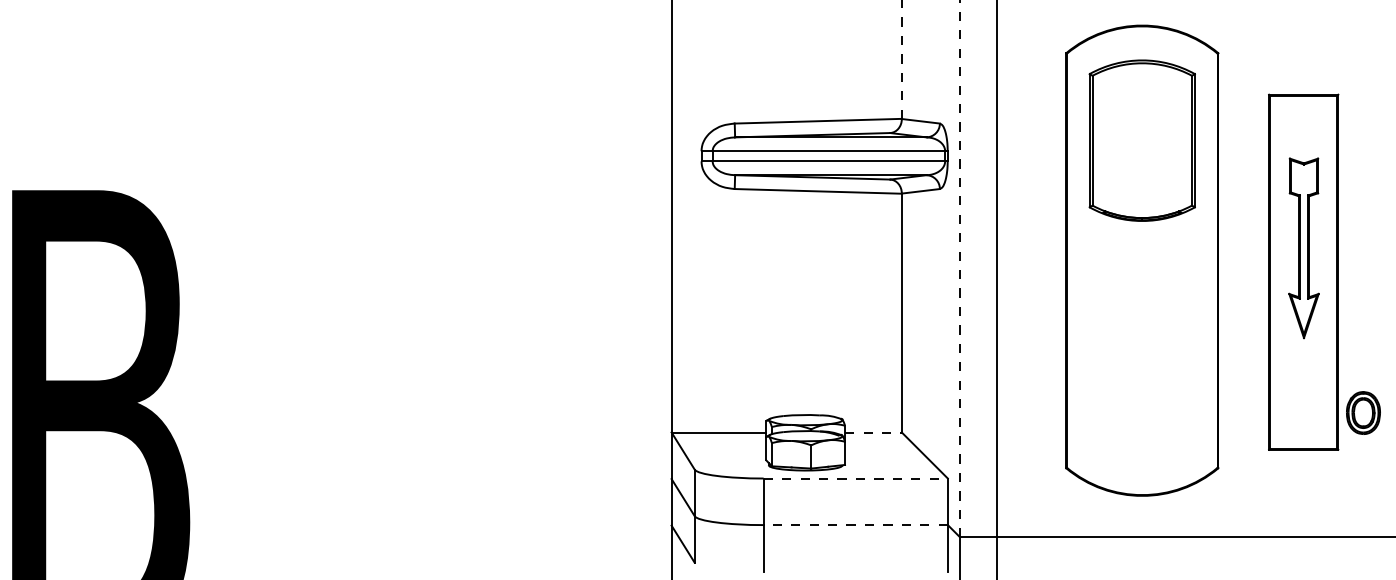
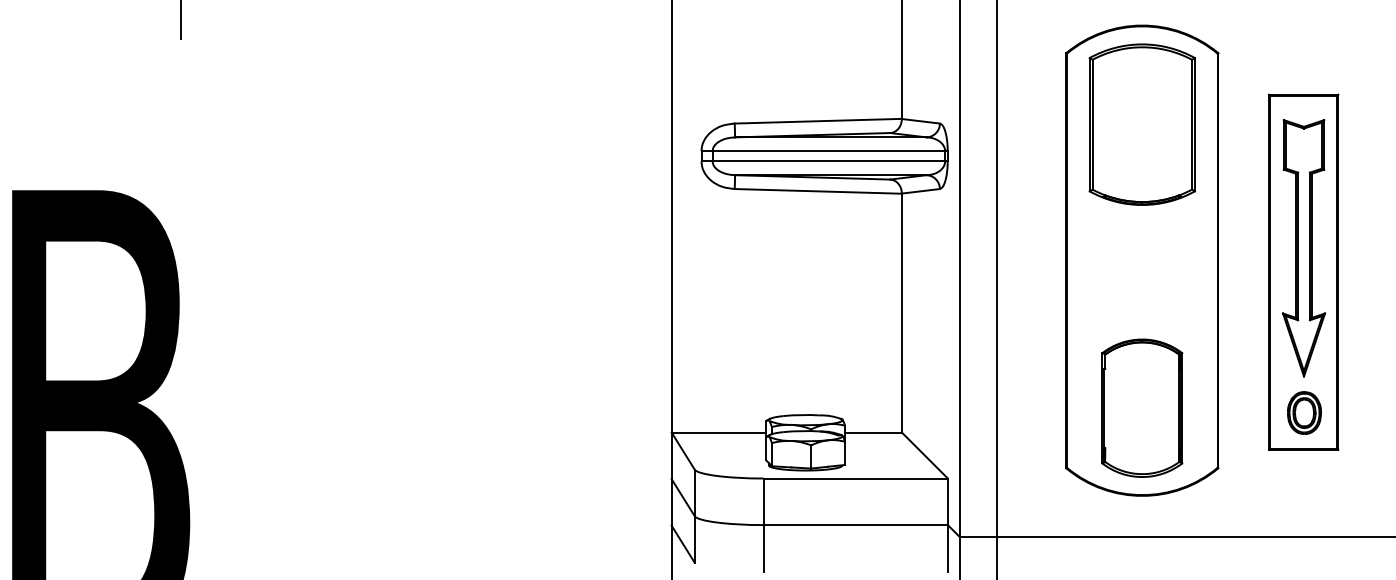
line at (181, 20): none -> present
line at (901, 59): dashed -> solid
part at (1141, 140) position: (1141, 140) -> (1141, 124)
part at (1303, 248) size: 32x183 px -> 46x259 px
line at (960, 268): dashed -> solid
part at (1142, 407): none -> present
part at (1363, 412) position: (1363, 412) -> (1304, 412)
line at (873, 432): dashed -> solid
line at (856, 478): dashed -> solid
line at (855, 525): dashed -> solid
